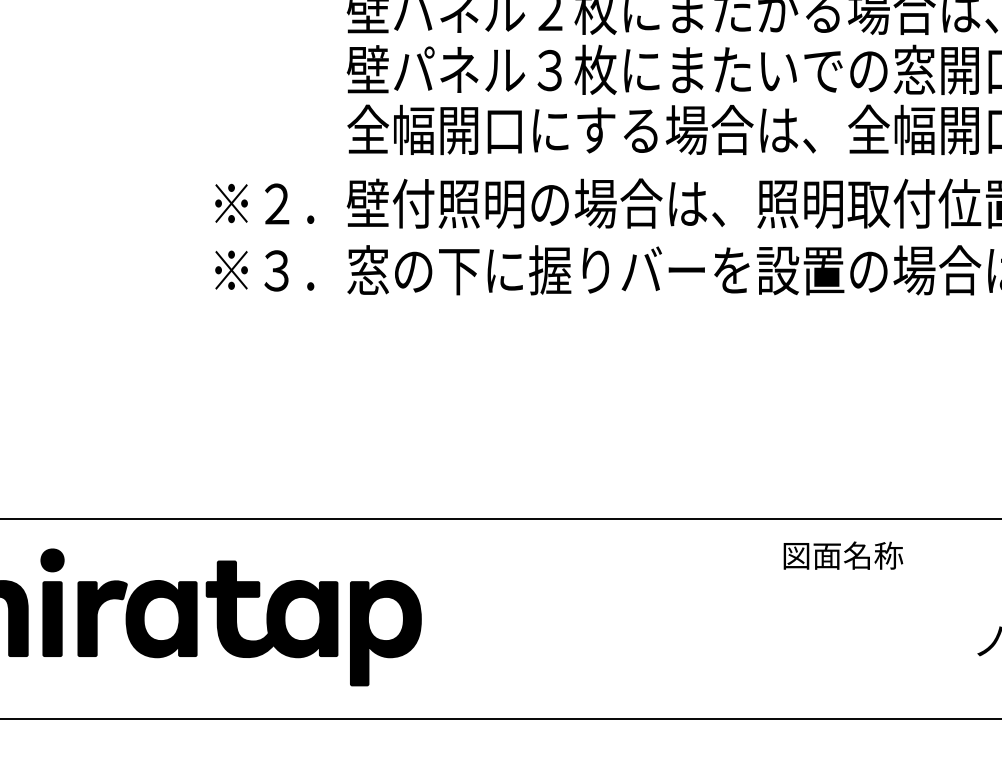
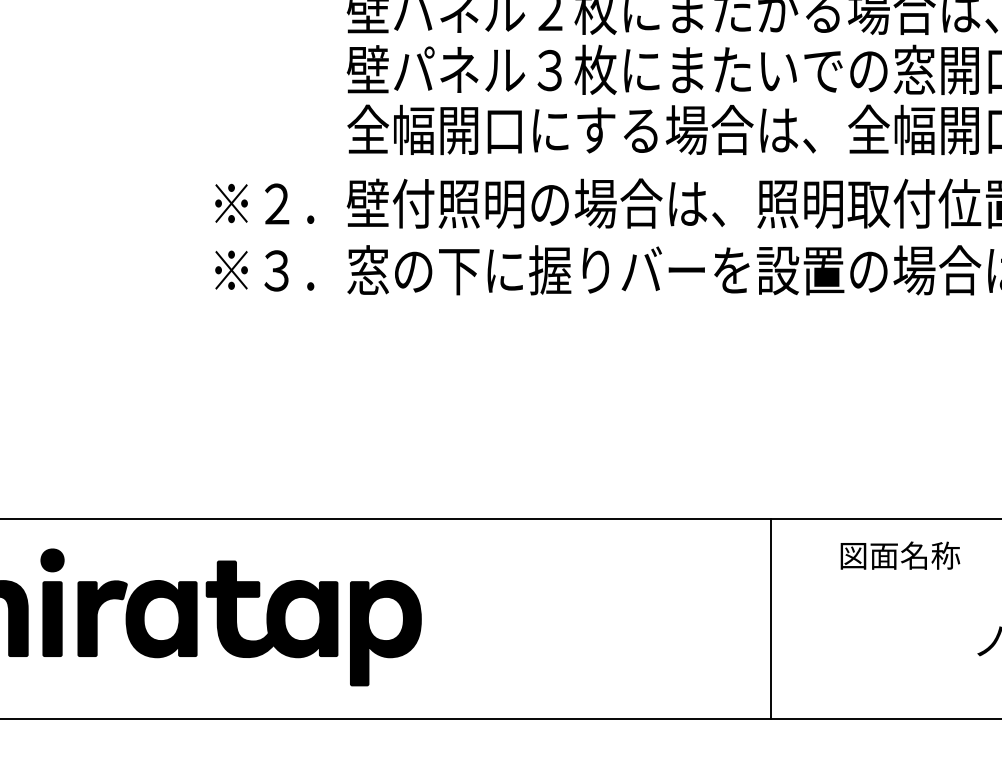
text at (843, 555) position: (843, 555) -> (900, 555)
line at (771, 618): none -> present
